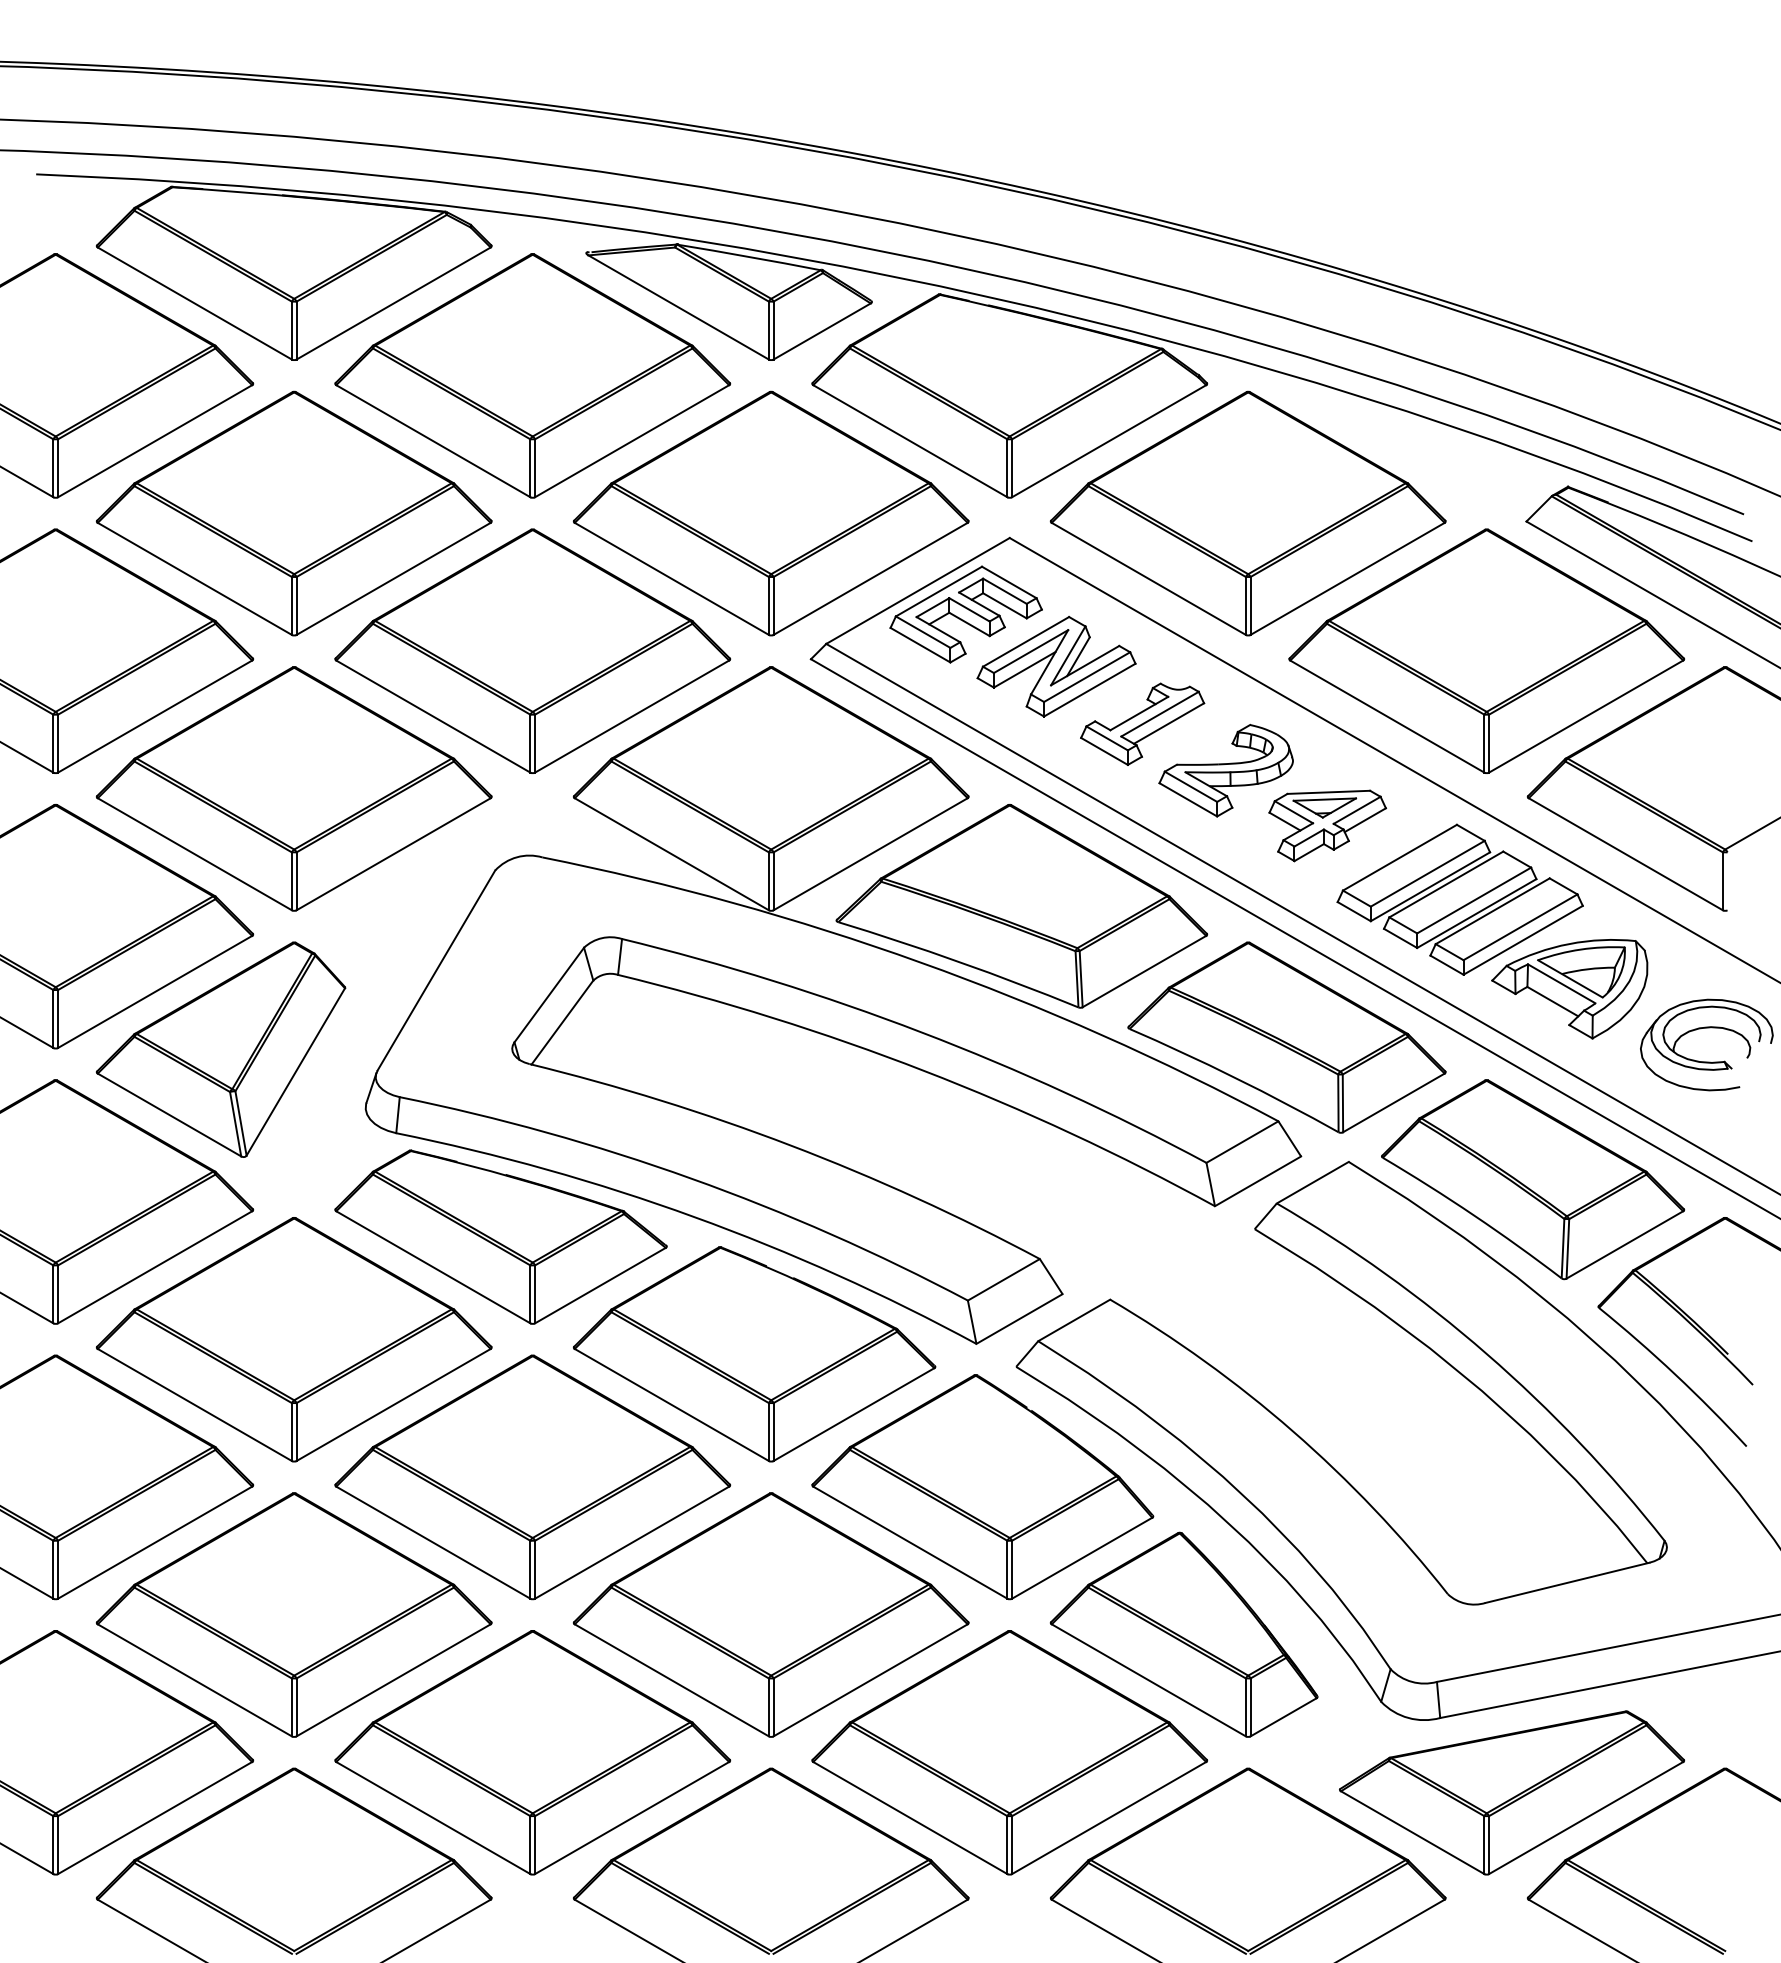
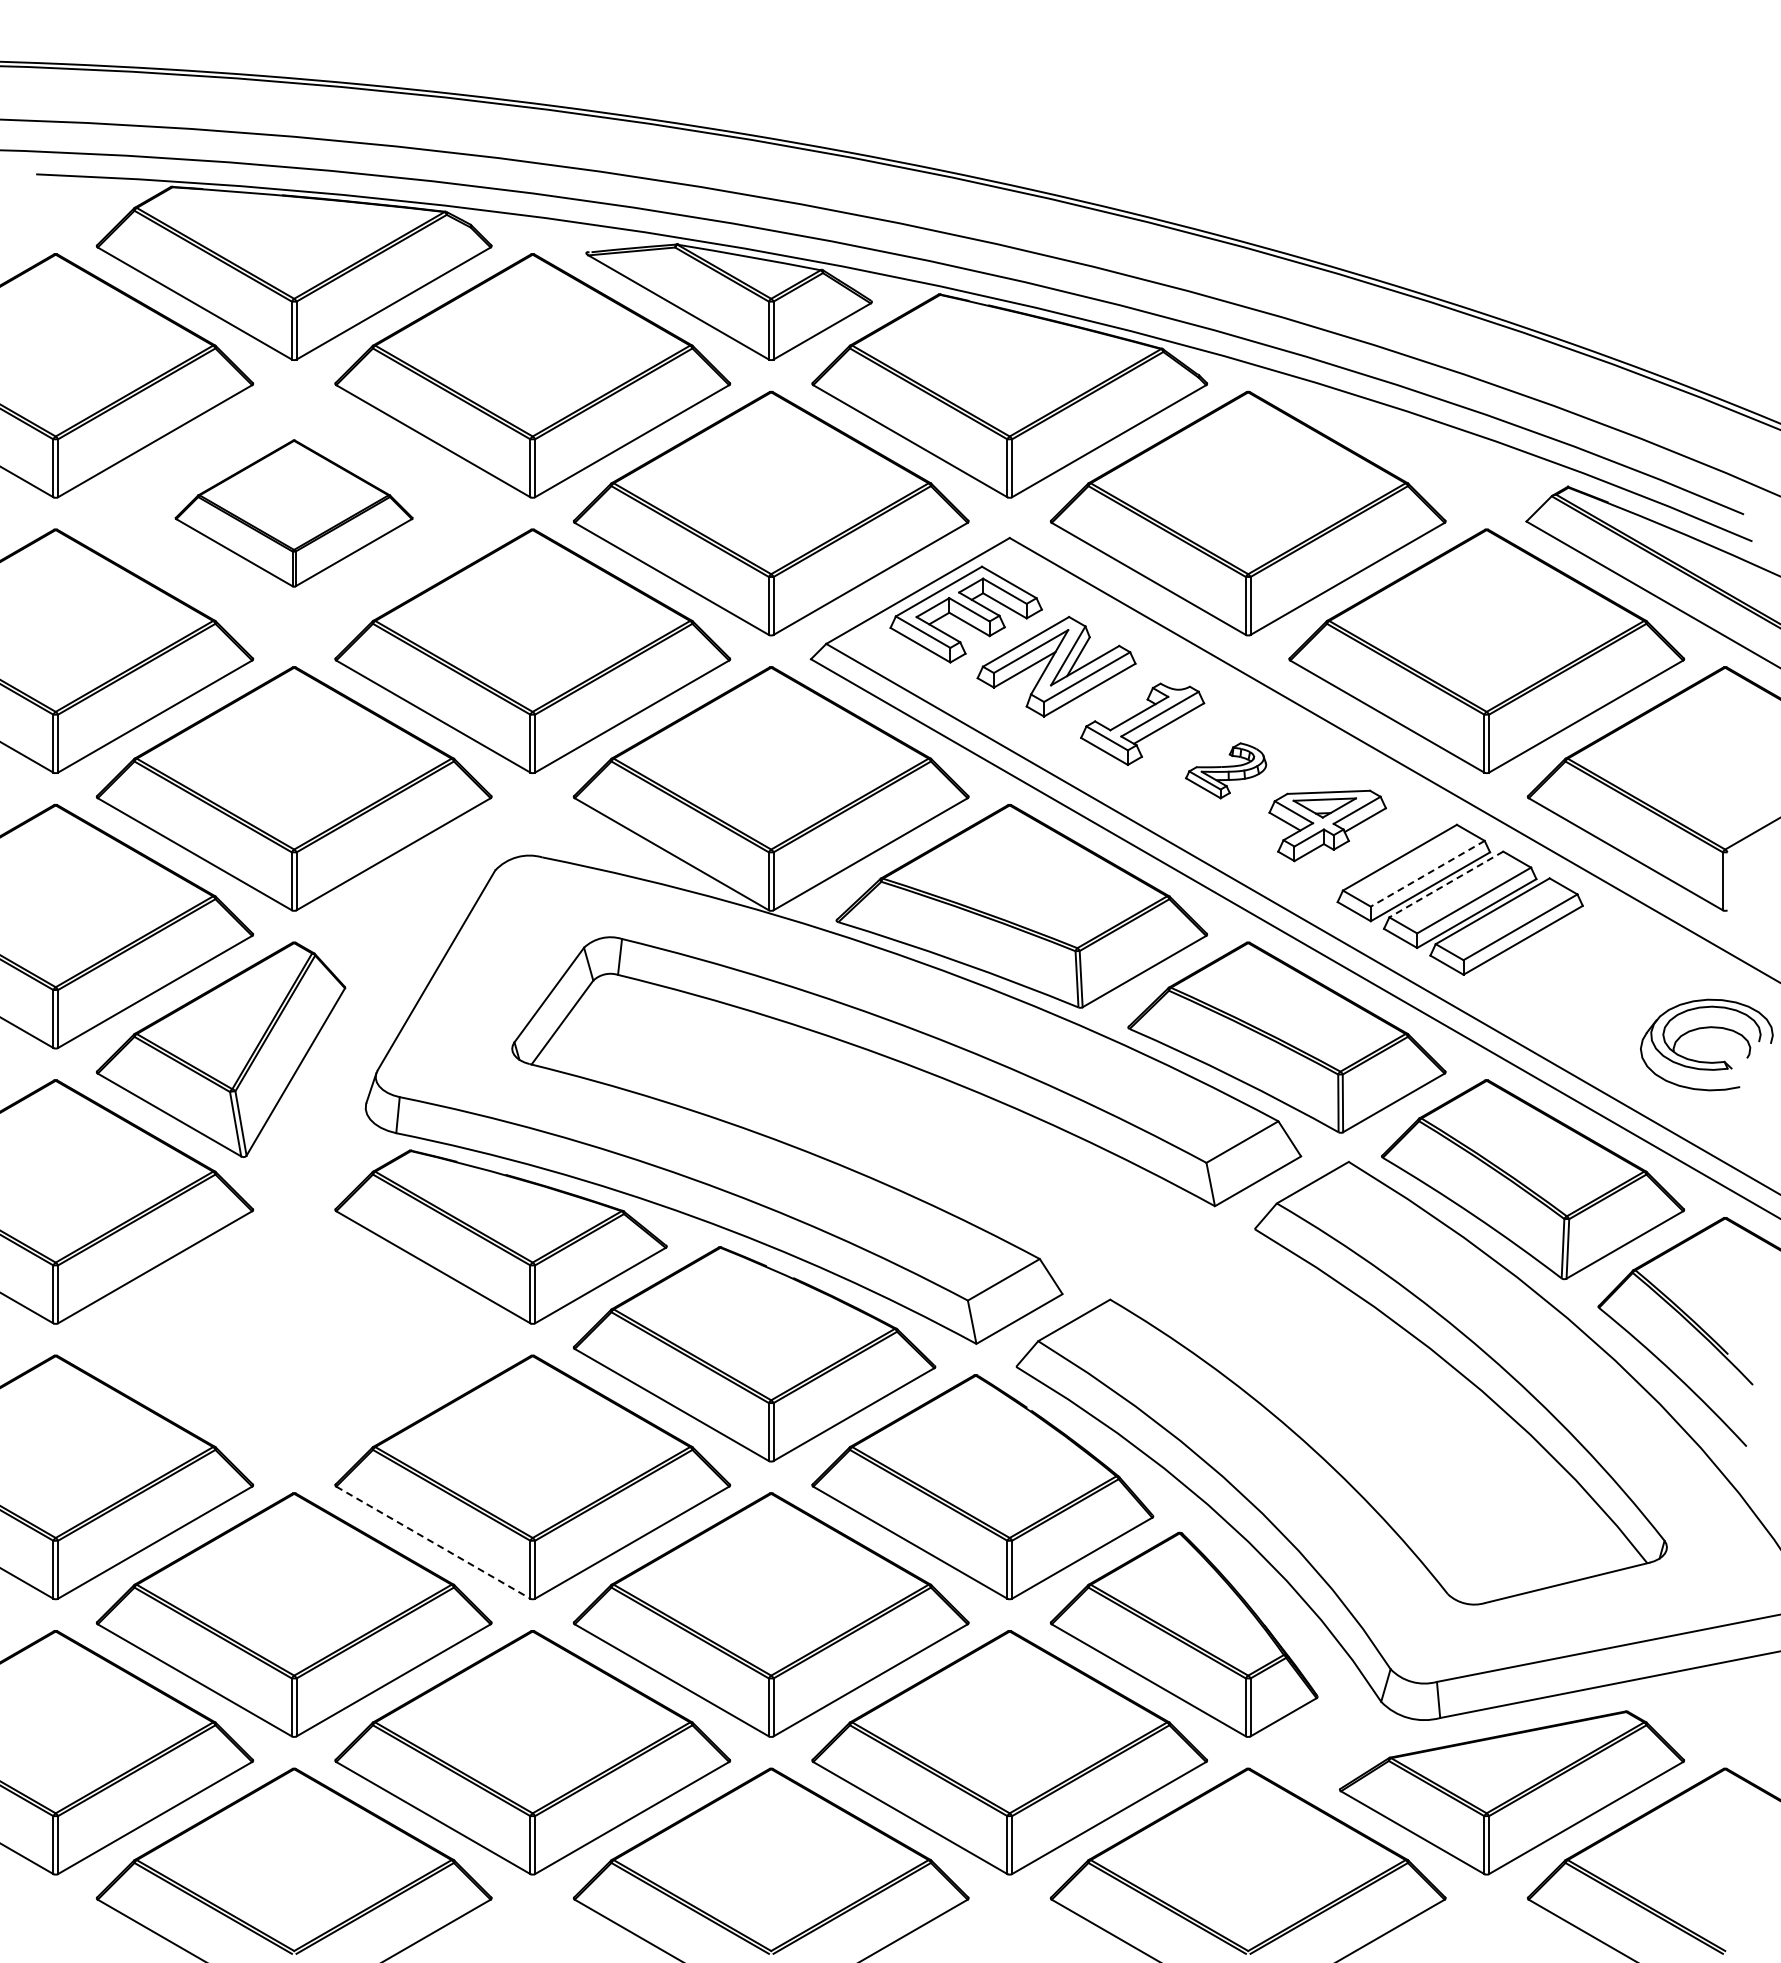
part at (293, 513) size: 398x247 px -> 240x149 px
part at (1225, 770) size: 136x94 px -> 83x58 px
line at (1427, 873): solid -> dashed
line at (1446, 884): solid -> dashed
part at (1569, 989): present -> none
part at (293, 1339): present -> none
line at (433, 1542): solid -> dashed
